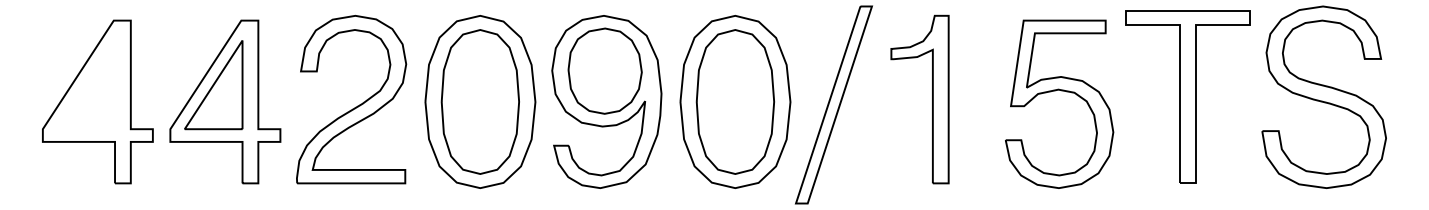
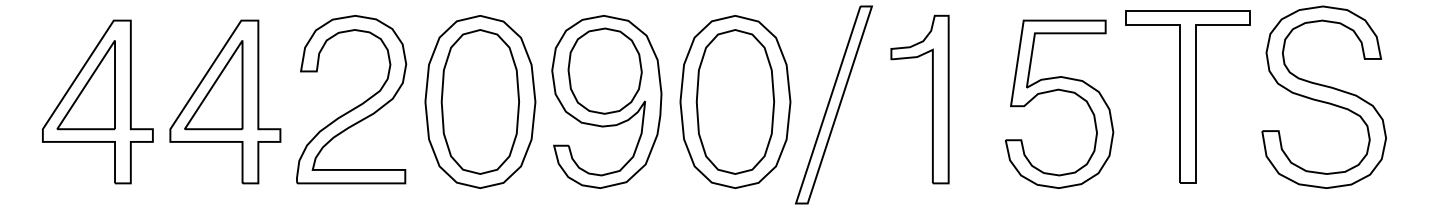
part at (85, 85): none -> present
